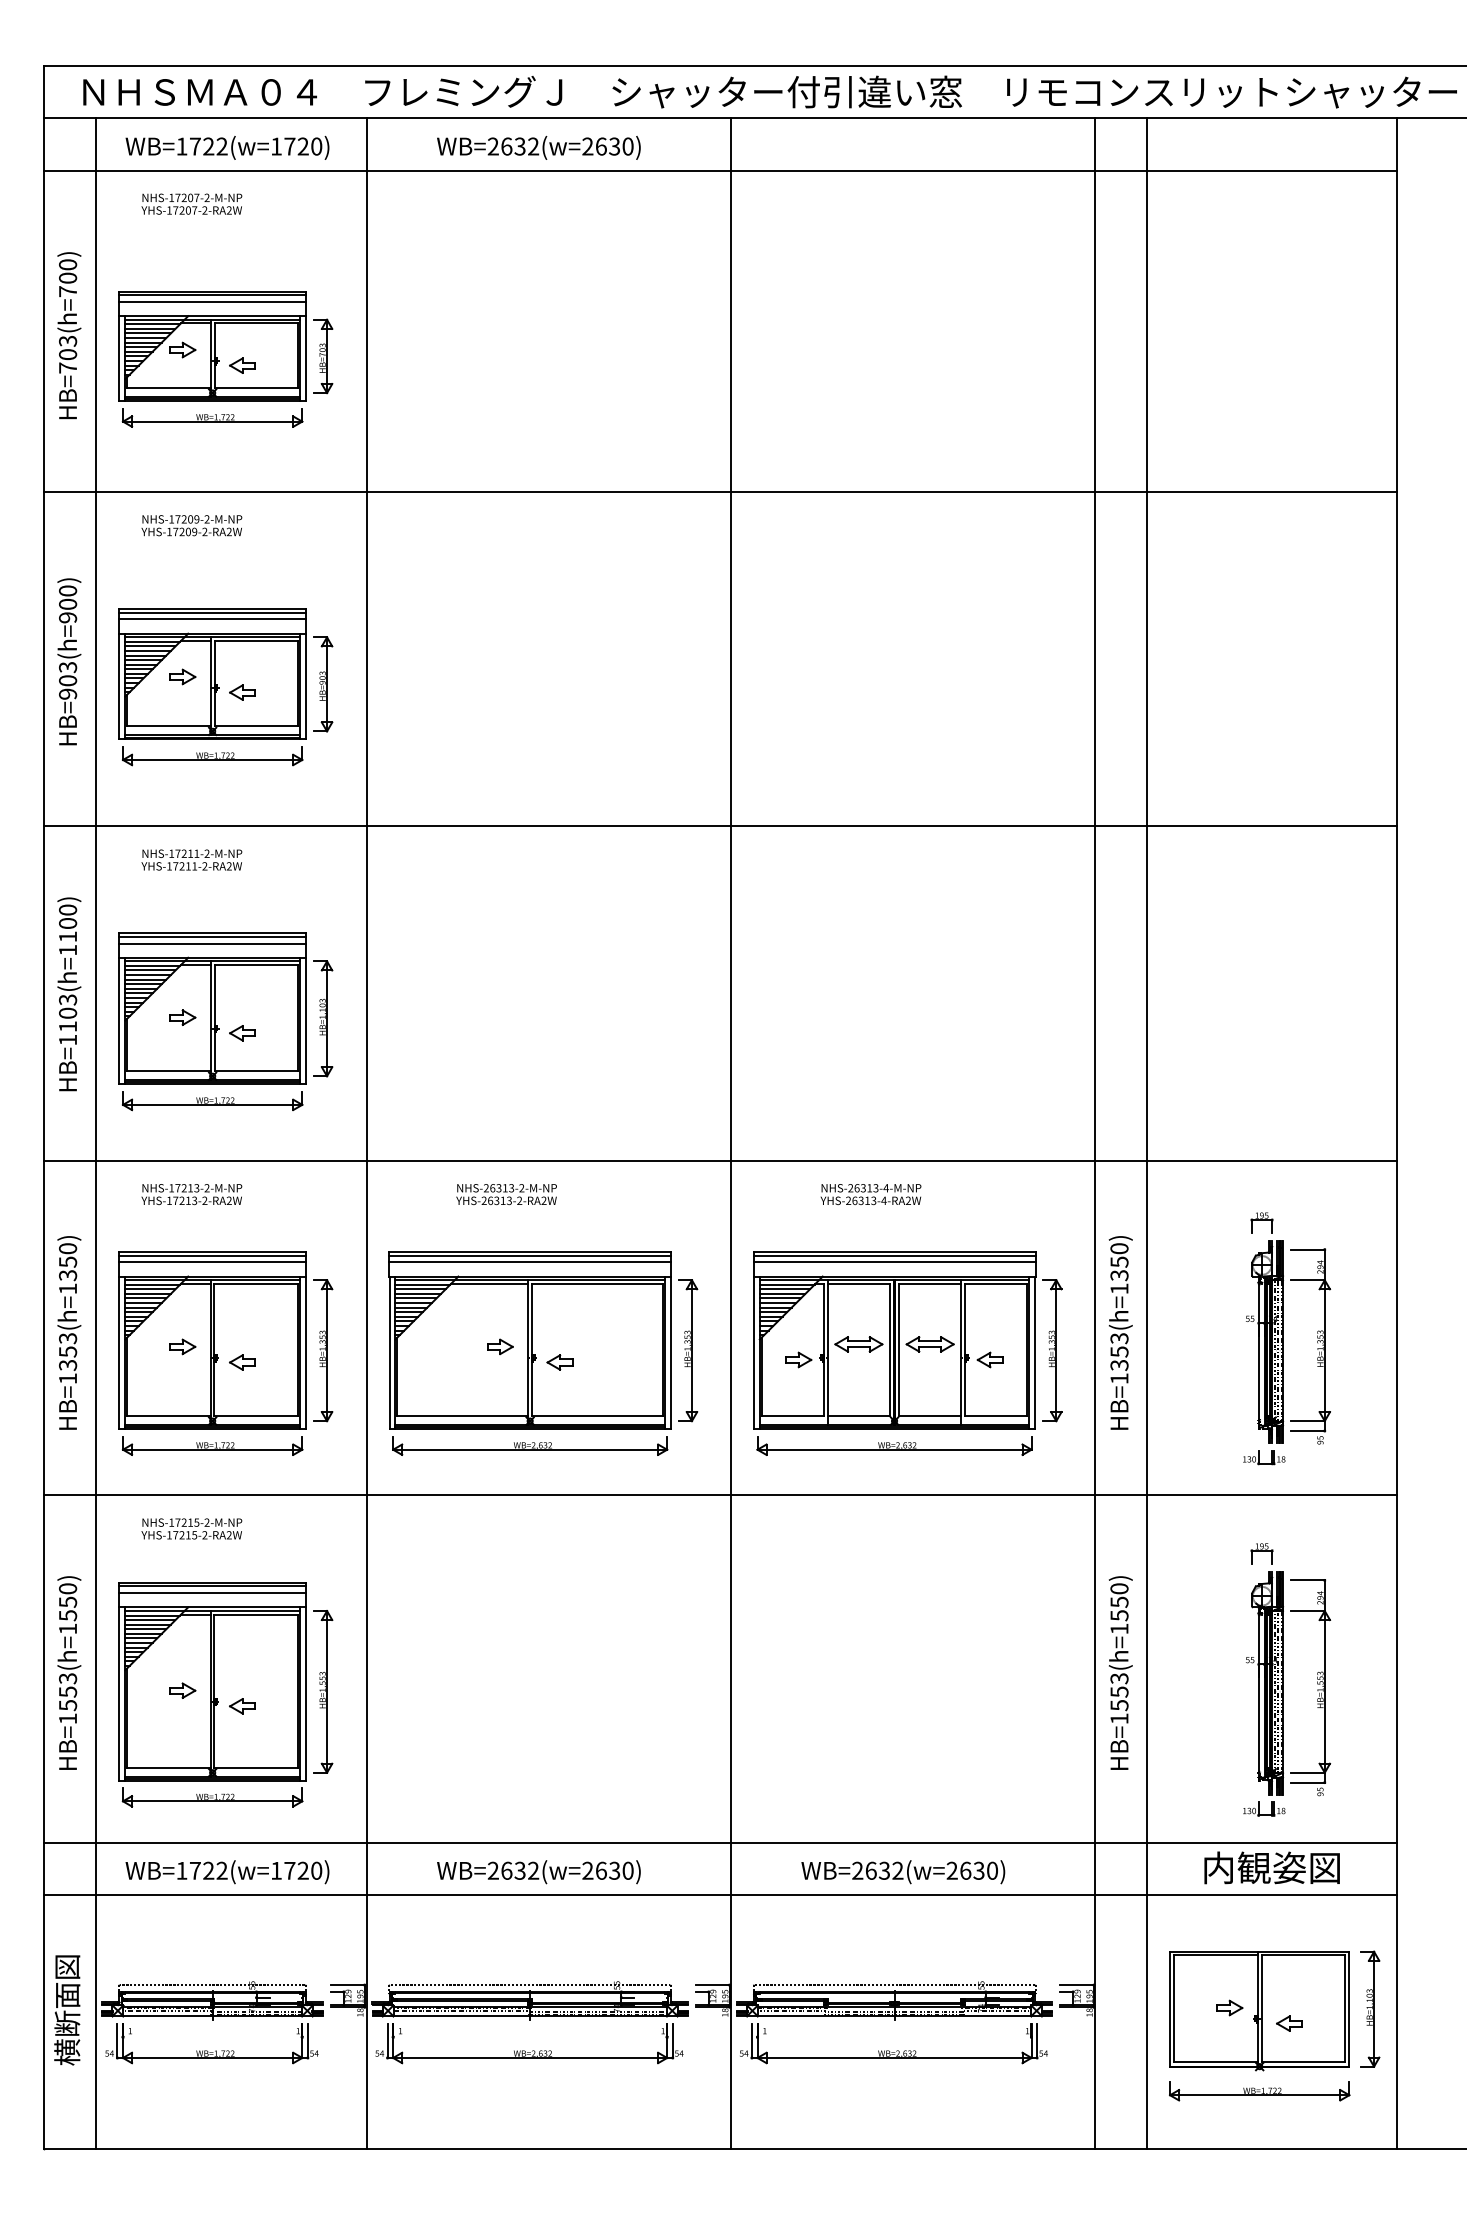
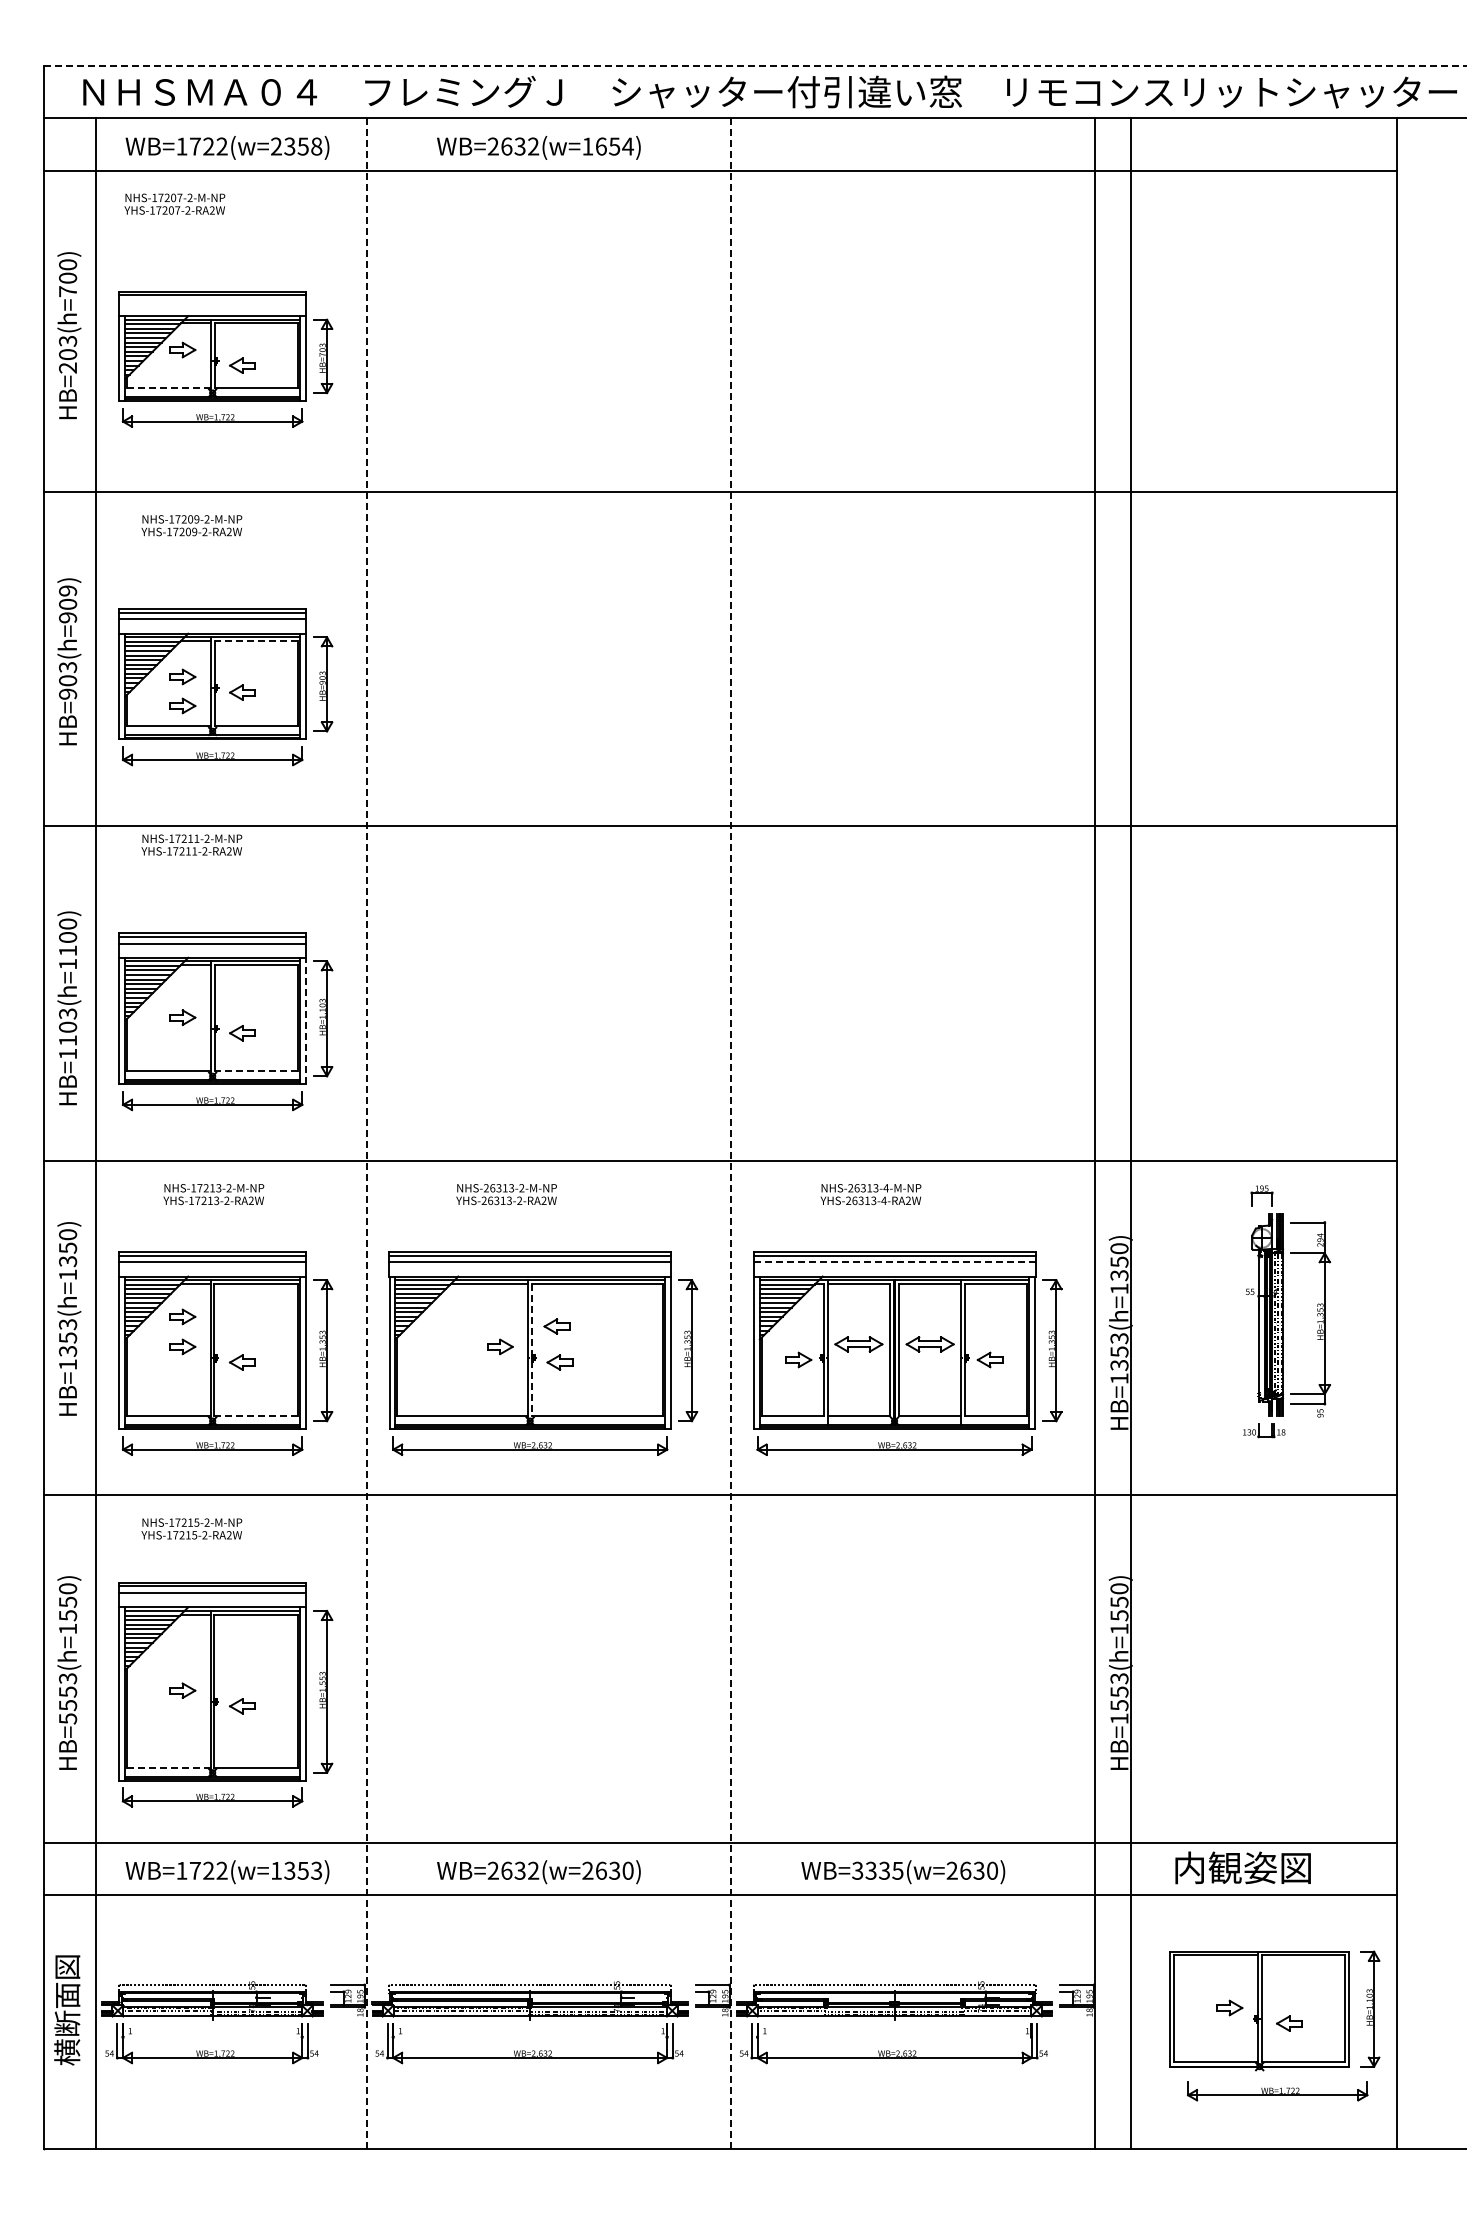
line at (755, 66): solid -> dashed
text at (296, 146): WB=1722(w=1720) -> WB=1722(w=2358)
text at (608, 146): WB=2632(w=2630) -> WB=2632(w=1654)
text at (191, 203) position: (191, 203) -> (174, 203)
line at (212, 301): present -> none
text at (67, 367): HB=703(h=700) -> HB=203(h=700)
line at (168, 387): solid -> dashed
text at (68, 590): HB=903(h=900) -> HB=903(h=909)
line at (256, 641): solid -> dashed
part at (182, 705): none -> present
text at (191, 859) position: (191, 859) -> (191, 844)
text at (69, 994) position: (69, 994) -> (69, 1008)
line at (305, 1020): solid -> dashed
line at (256, 1071): solid -> dashed
line at (366, 1133): solid -> dashed
line at (730, 1133): solid -> dashed
line at (1147, 1133) position: (1147, 1133) -> (1131, 1133)
text at (191, 1194) position: (191, 1194) -> (213, 1194)
line at (894, 1262): solid -> dashed
part at (182, 1316): none -> present
part at (556, 1326): none -> present
text at (69, 1332) position: (69, 1332) -> (69, 1318)
part at (1287, 1338) position: (1287, 1338) -> (1287, 1311)
line at (532, 1350): solid -> dashed
line at (256, 1416): solid -> dashed
part at (1287, 1679): present -> none
text at (68, 1718): HB=1553(h=1550) -> HB=5553(h=1550)
line at (168, 1767): solid -> dashed
text at (1271, 1867) position: (1271, 1867) -> (1242, 1867)
text at (303, 1870): WB=1722(w=1720) -> WB=1722(w=1353)
text at (877, 1870): WB=2632(w=2630) -> WB=3335(w=2630)
part at (1259, 2091) position: (1259, 2091) -> (1277, 2091)
